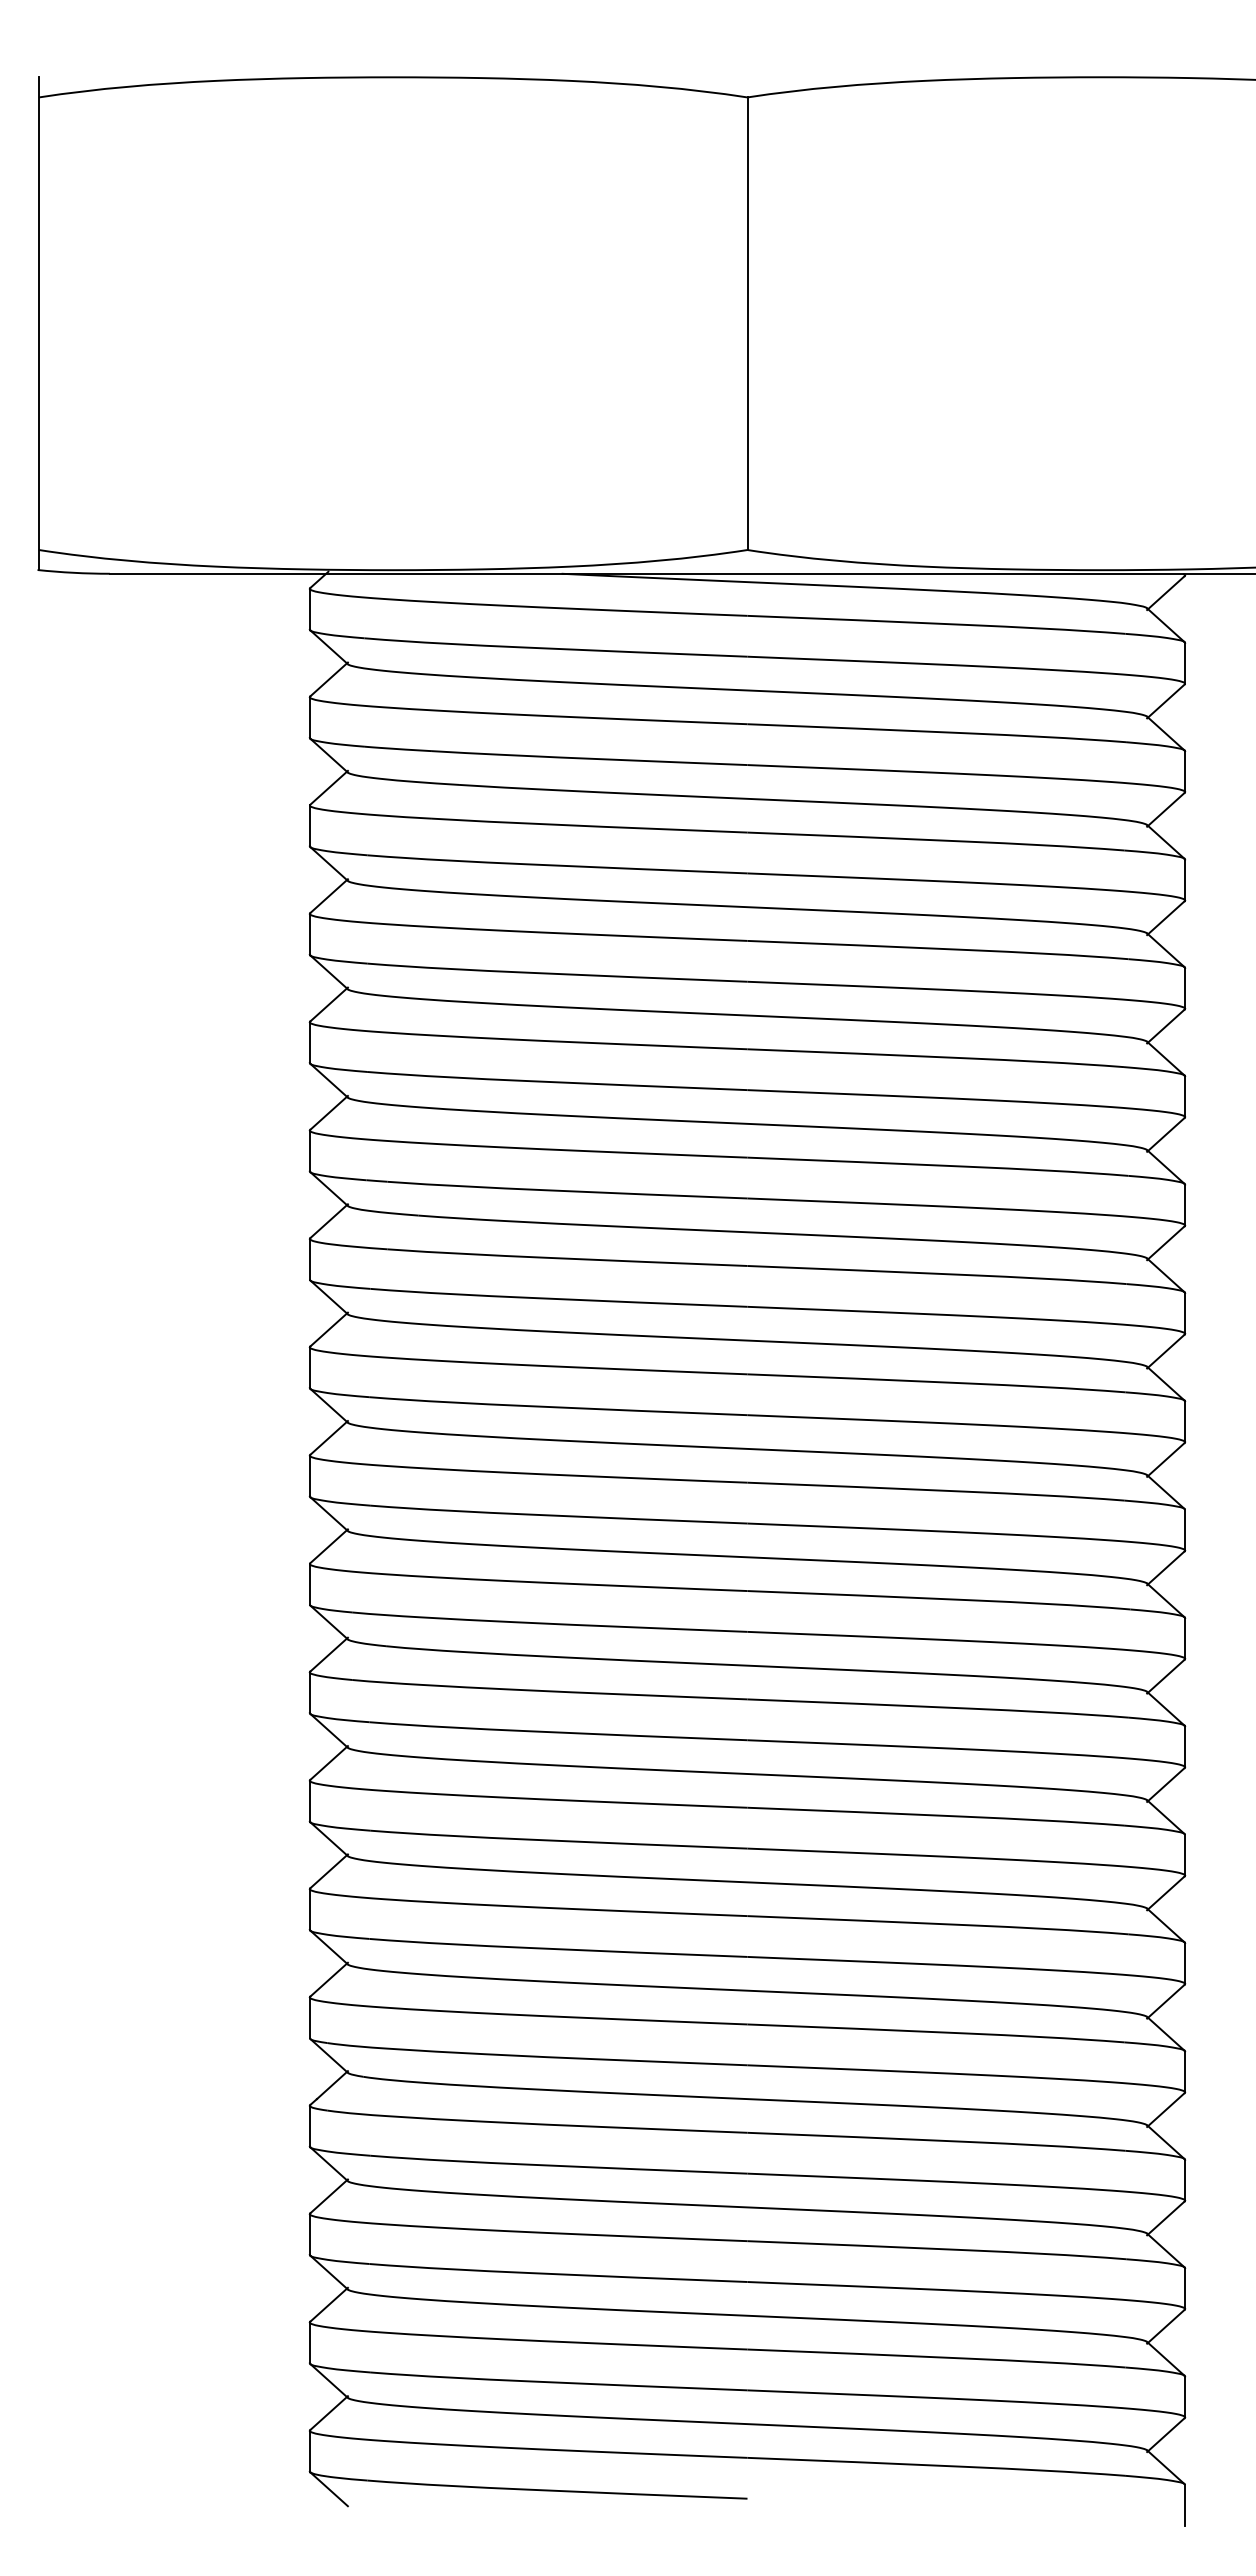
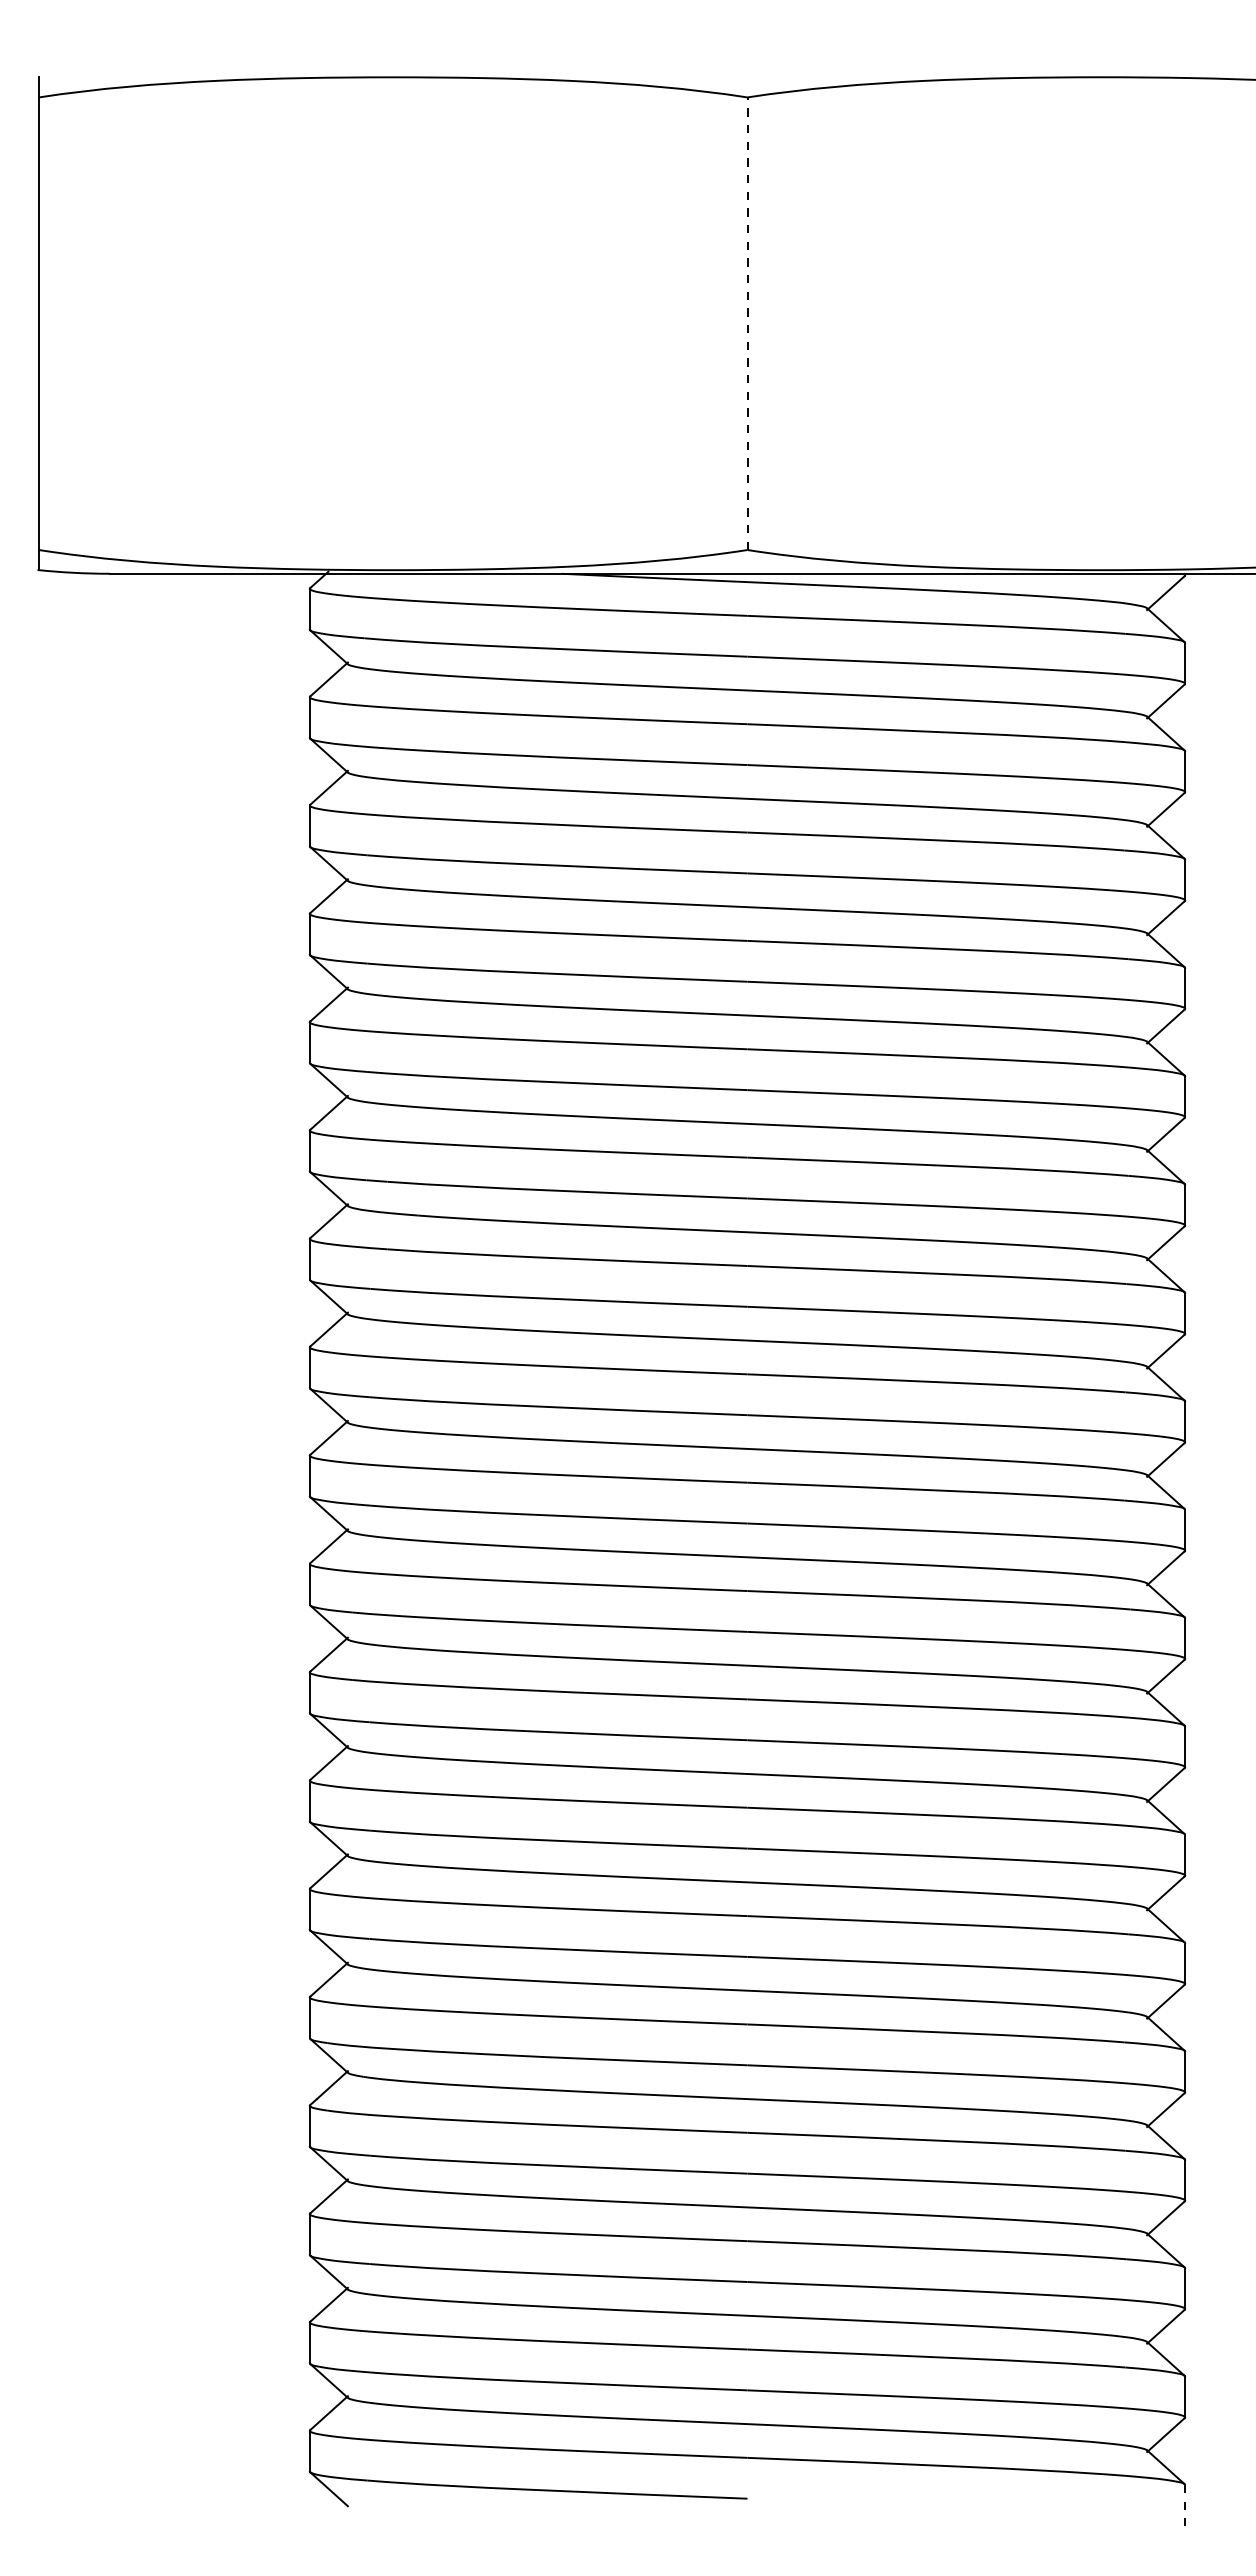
line at (747, 323): solid -> dashed
line at (1185, 2505): solid -> dashed
